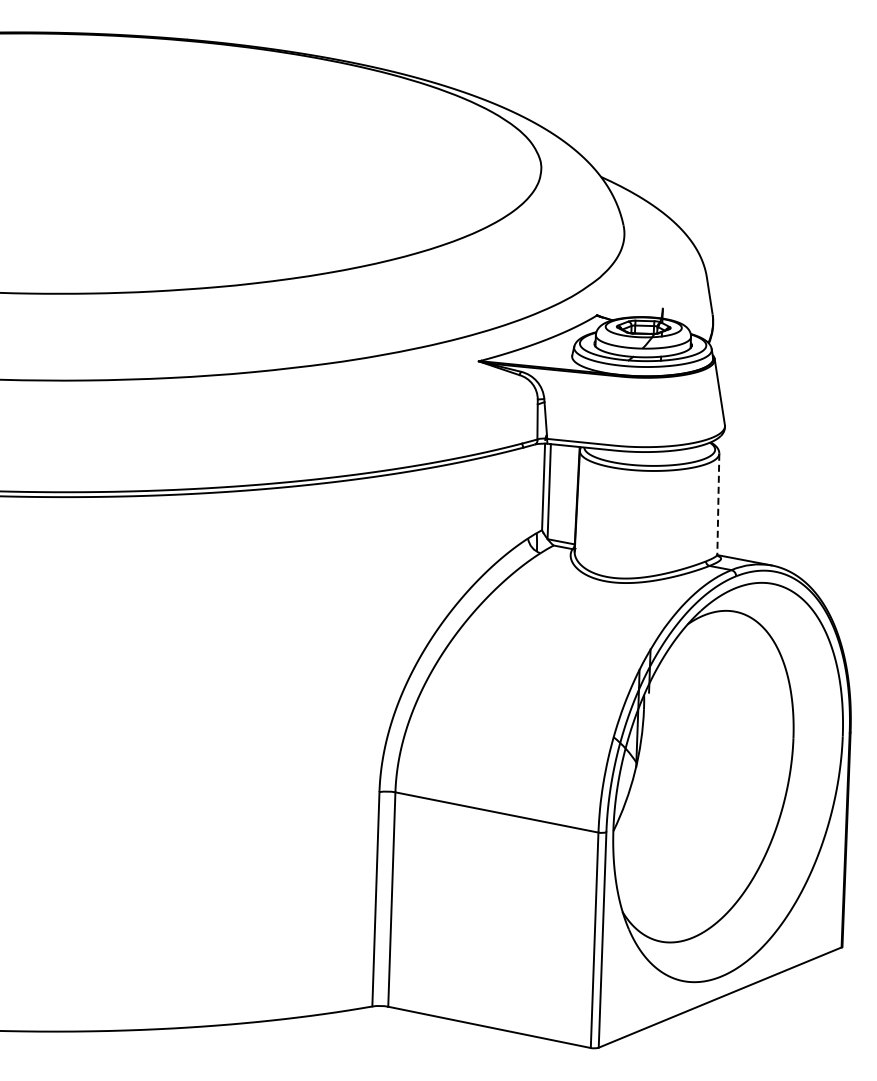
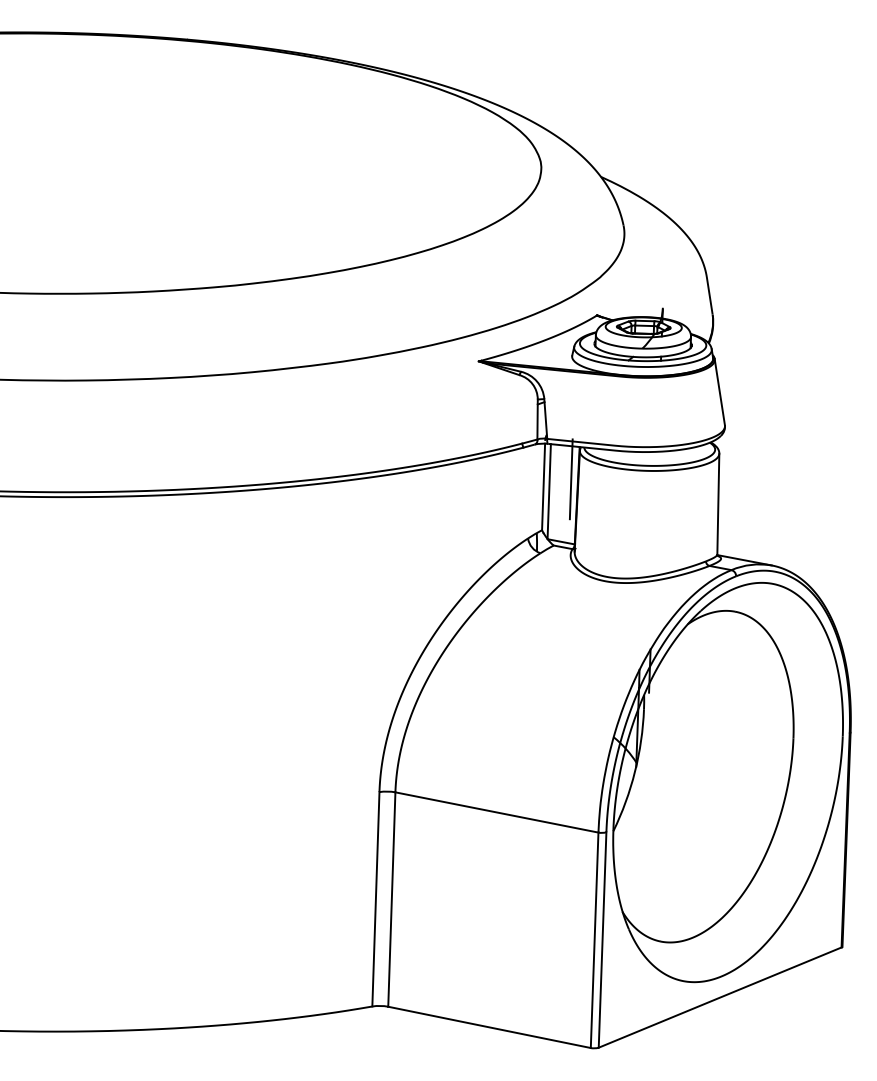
line at (570, 479): none -> present
line at (718, 504): dashed -> solid
